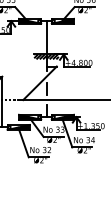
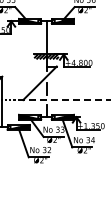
line at (64, 100): solid -> dashed
